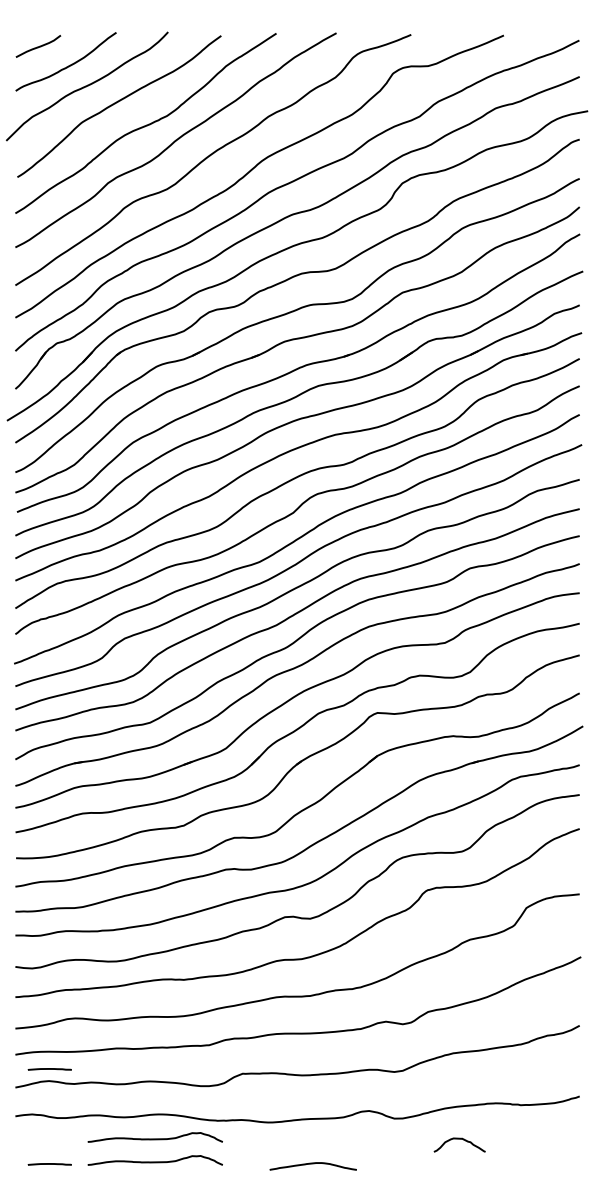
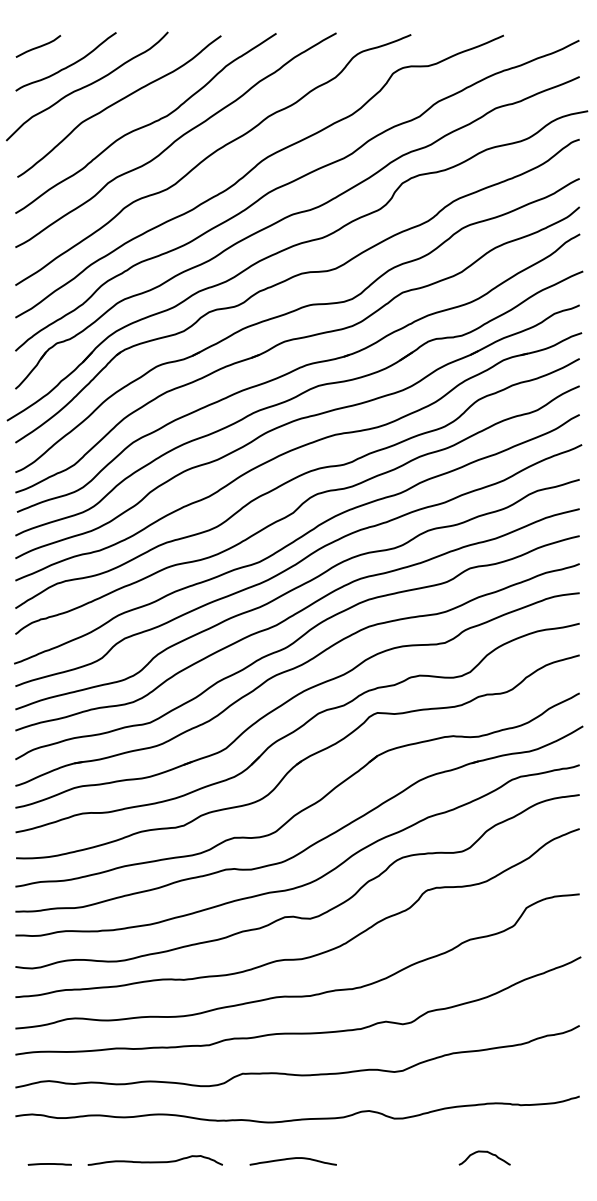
line at (49, 1069): present -> none
curve at (154, 1138): present -> none
curve at (459, 1139) position: (459, 1139) -> (484, 1152)
curve at (312, 1164) position: (312, 1164) -> (292, 1159)
